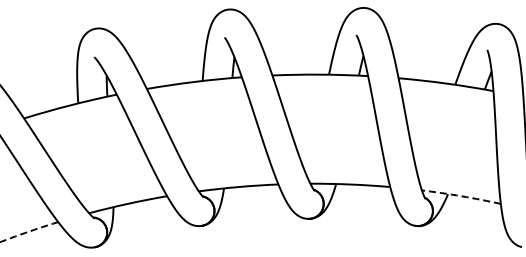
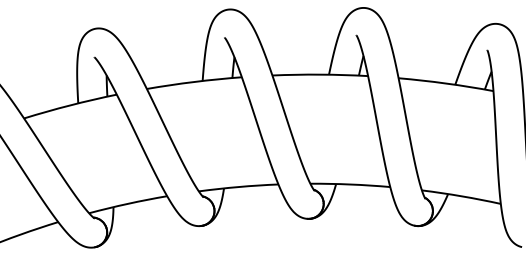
arc at (461, 196): dashed -> solid
arc at (28, 231): dashed -> solid
